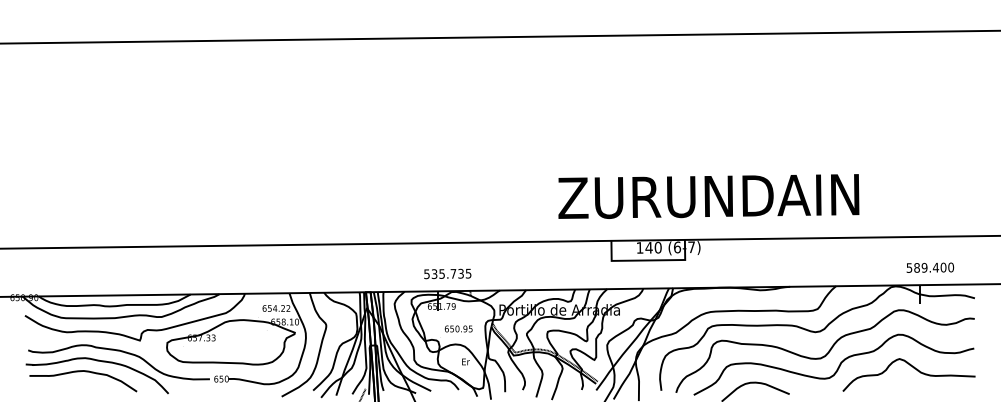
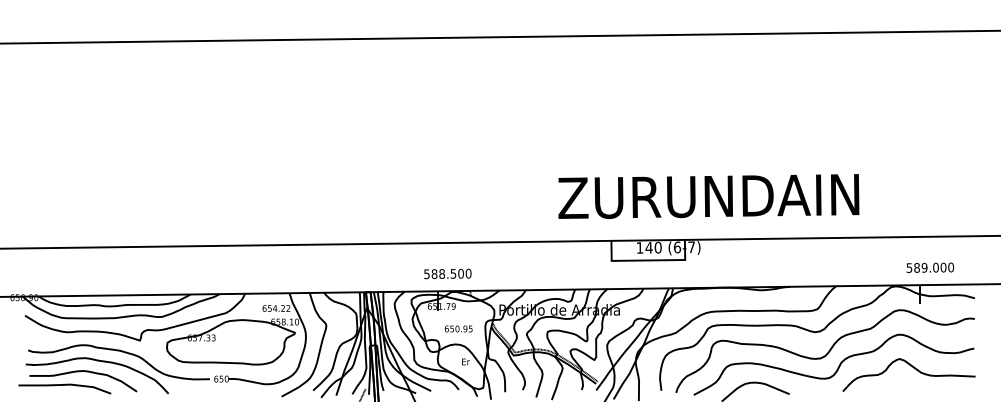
text at (935, 267): 589.400 -> 589.000
text at (451, 273): 535.735 -> 588.500
curve at (64, 385): none -> present
